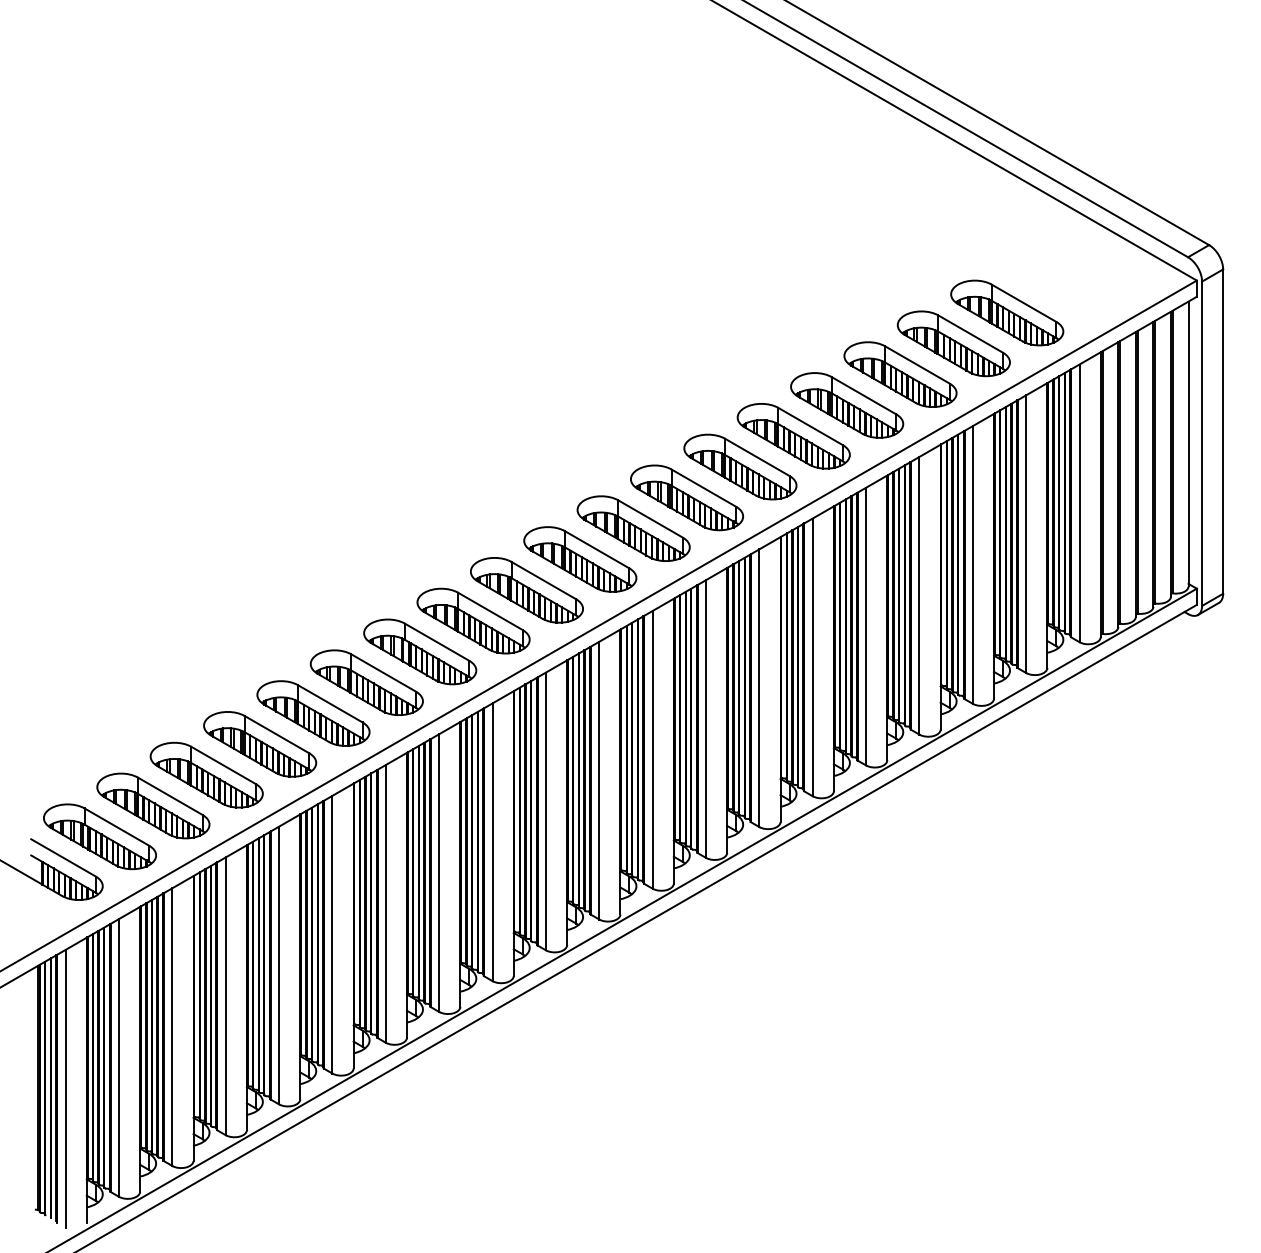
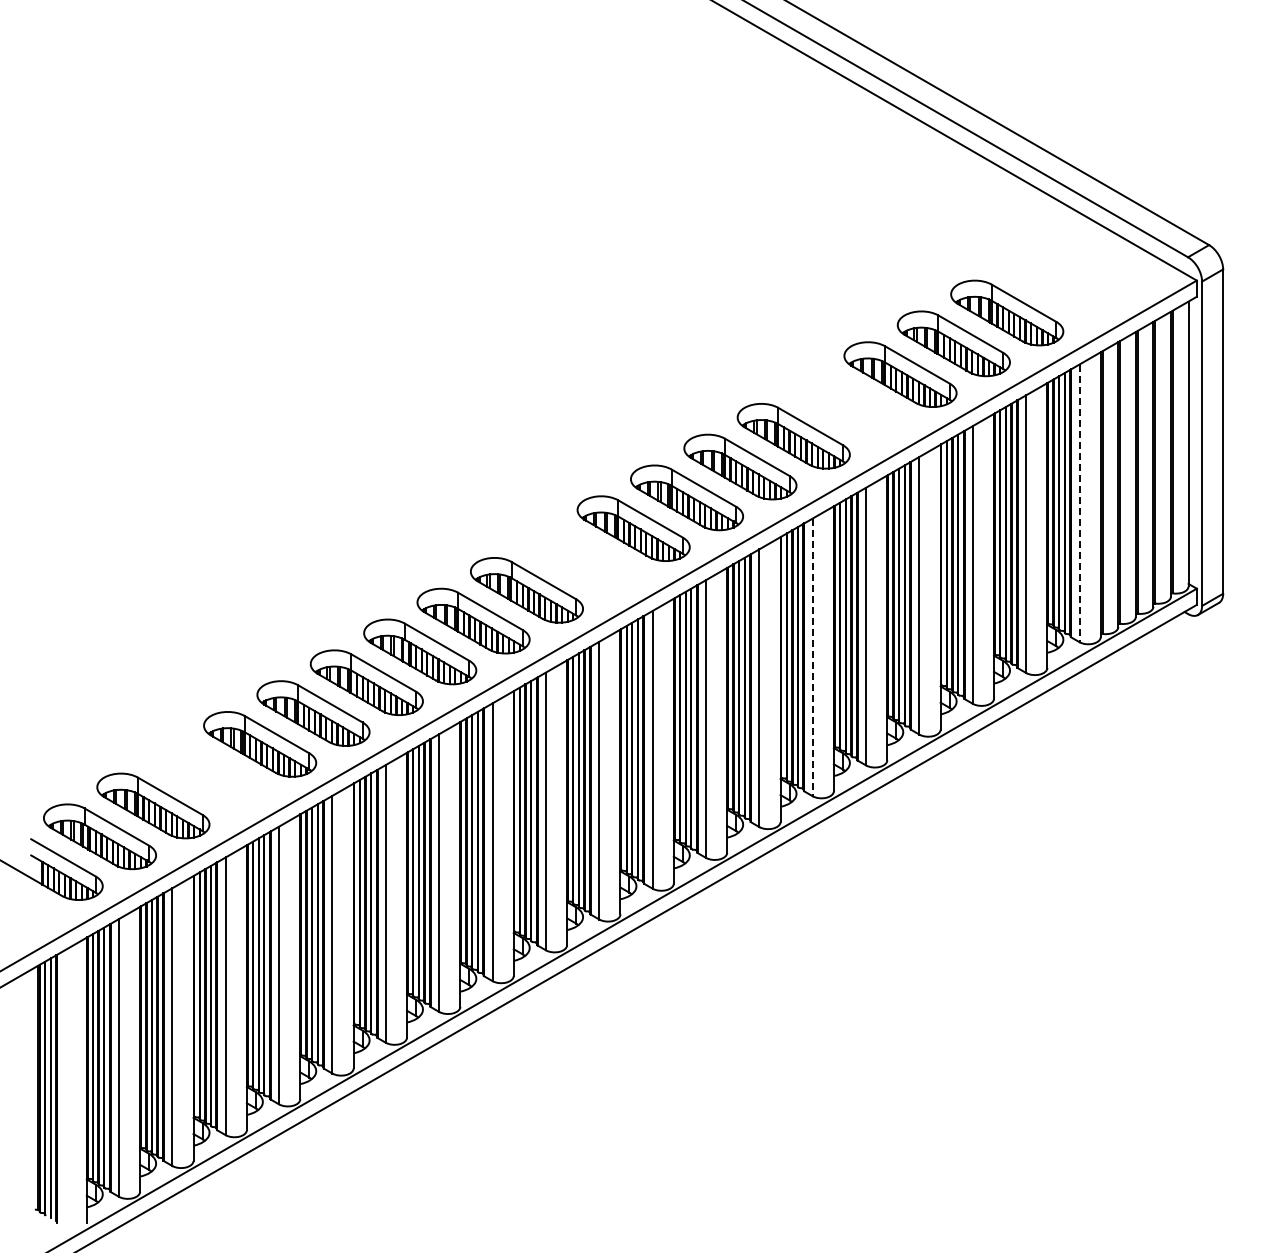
part at (847, 405): present -> none
line at (1079, 503): solid -> dashed
part at (580, 559): present -> none
line at (812, 657): solid -> dashed
part at (206, 774): present -> none
line at (65, 1088): present -> none
